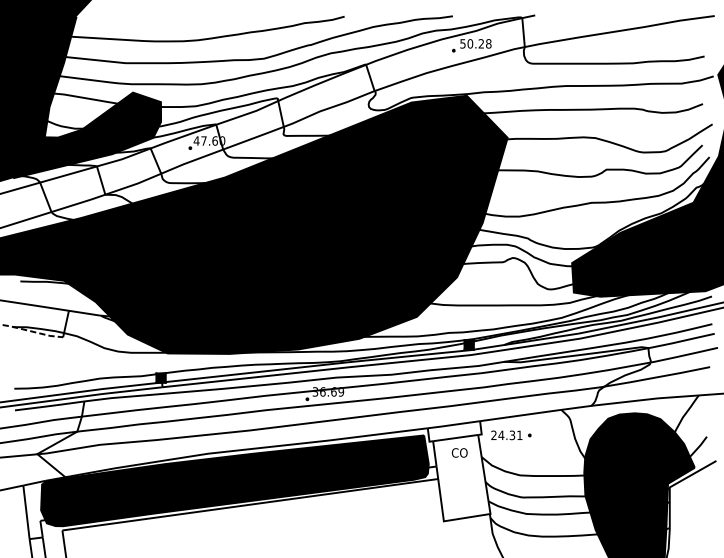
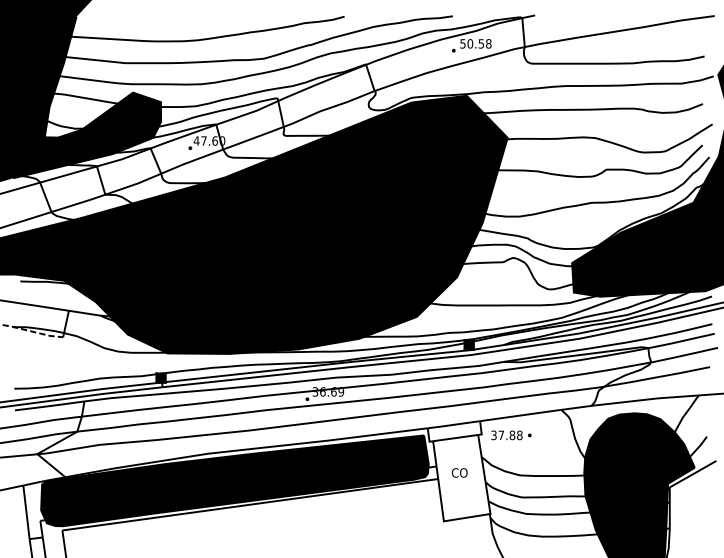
text at (480, 43): 50.28 -> 50.58
text at (506, 435): 24.31 -> 37.88
text at (459, 452) position: (459, 452) -> (459, 472)
